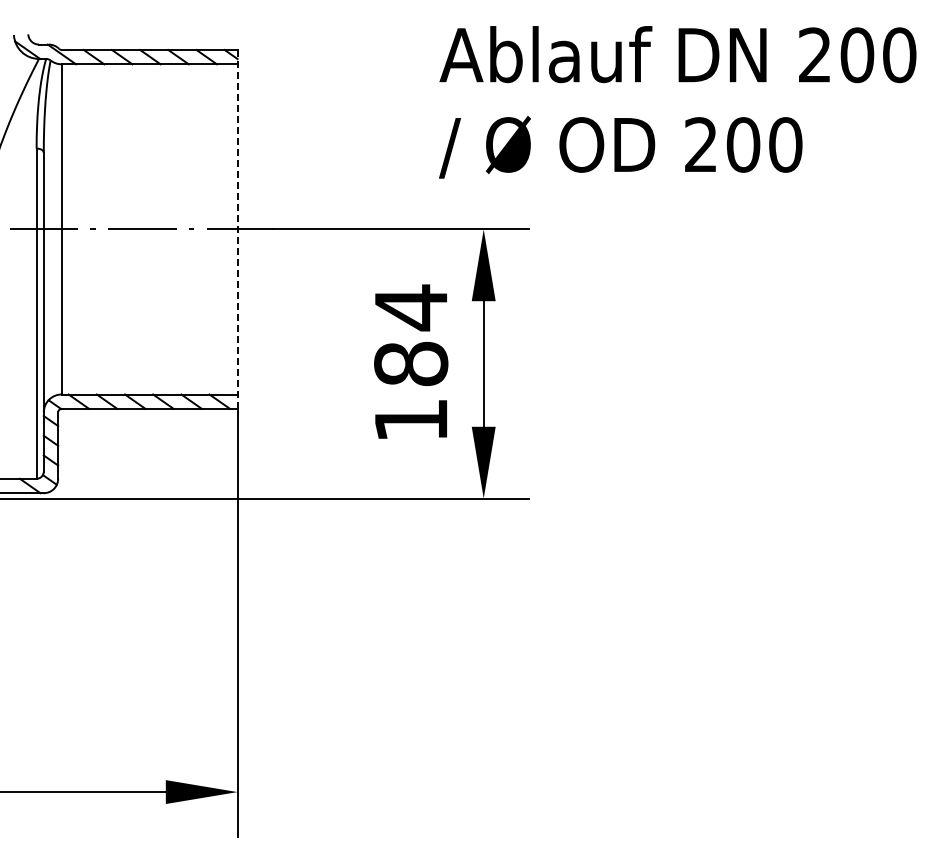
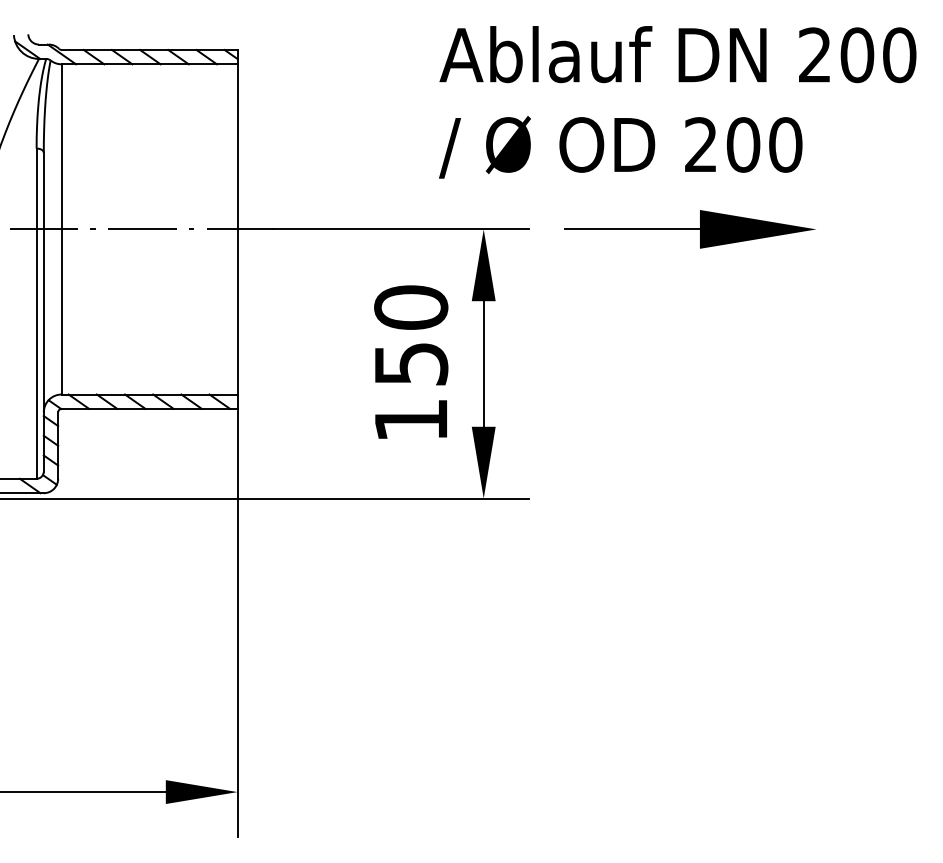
line at (237, 228): dashed -> solid
part at (689, 229): none -> present
text at (411, 335): 184 -> 150
